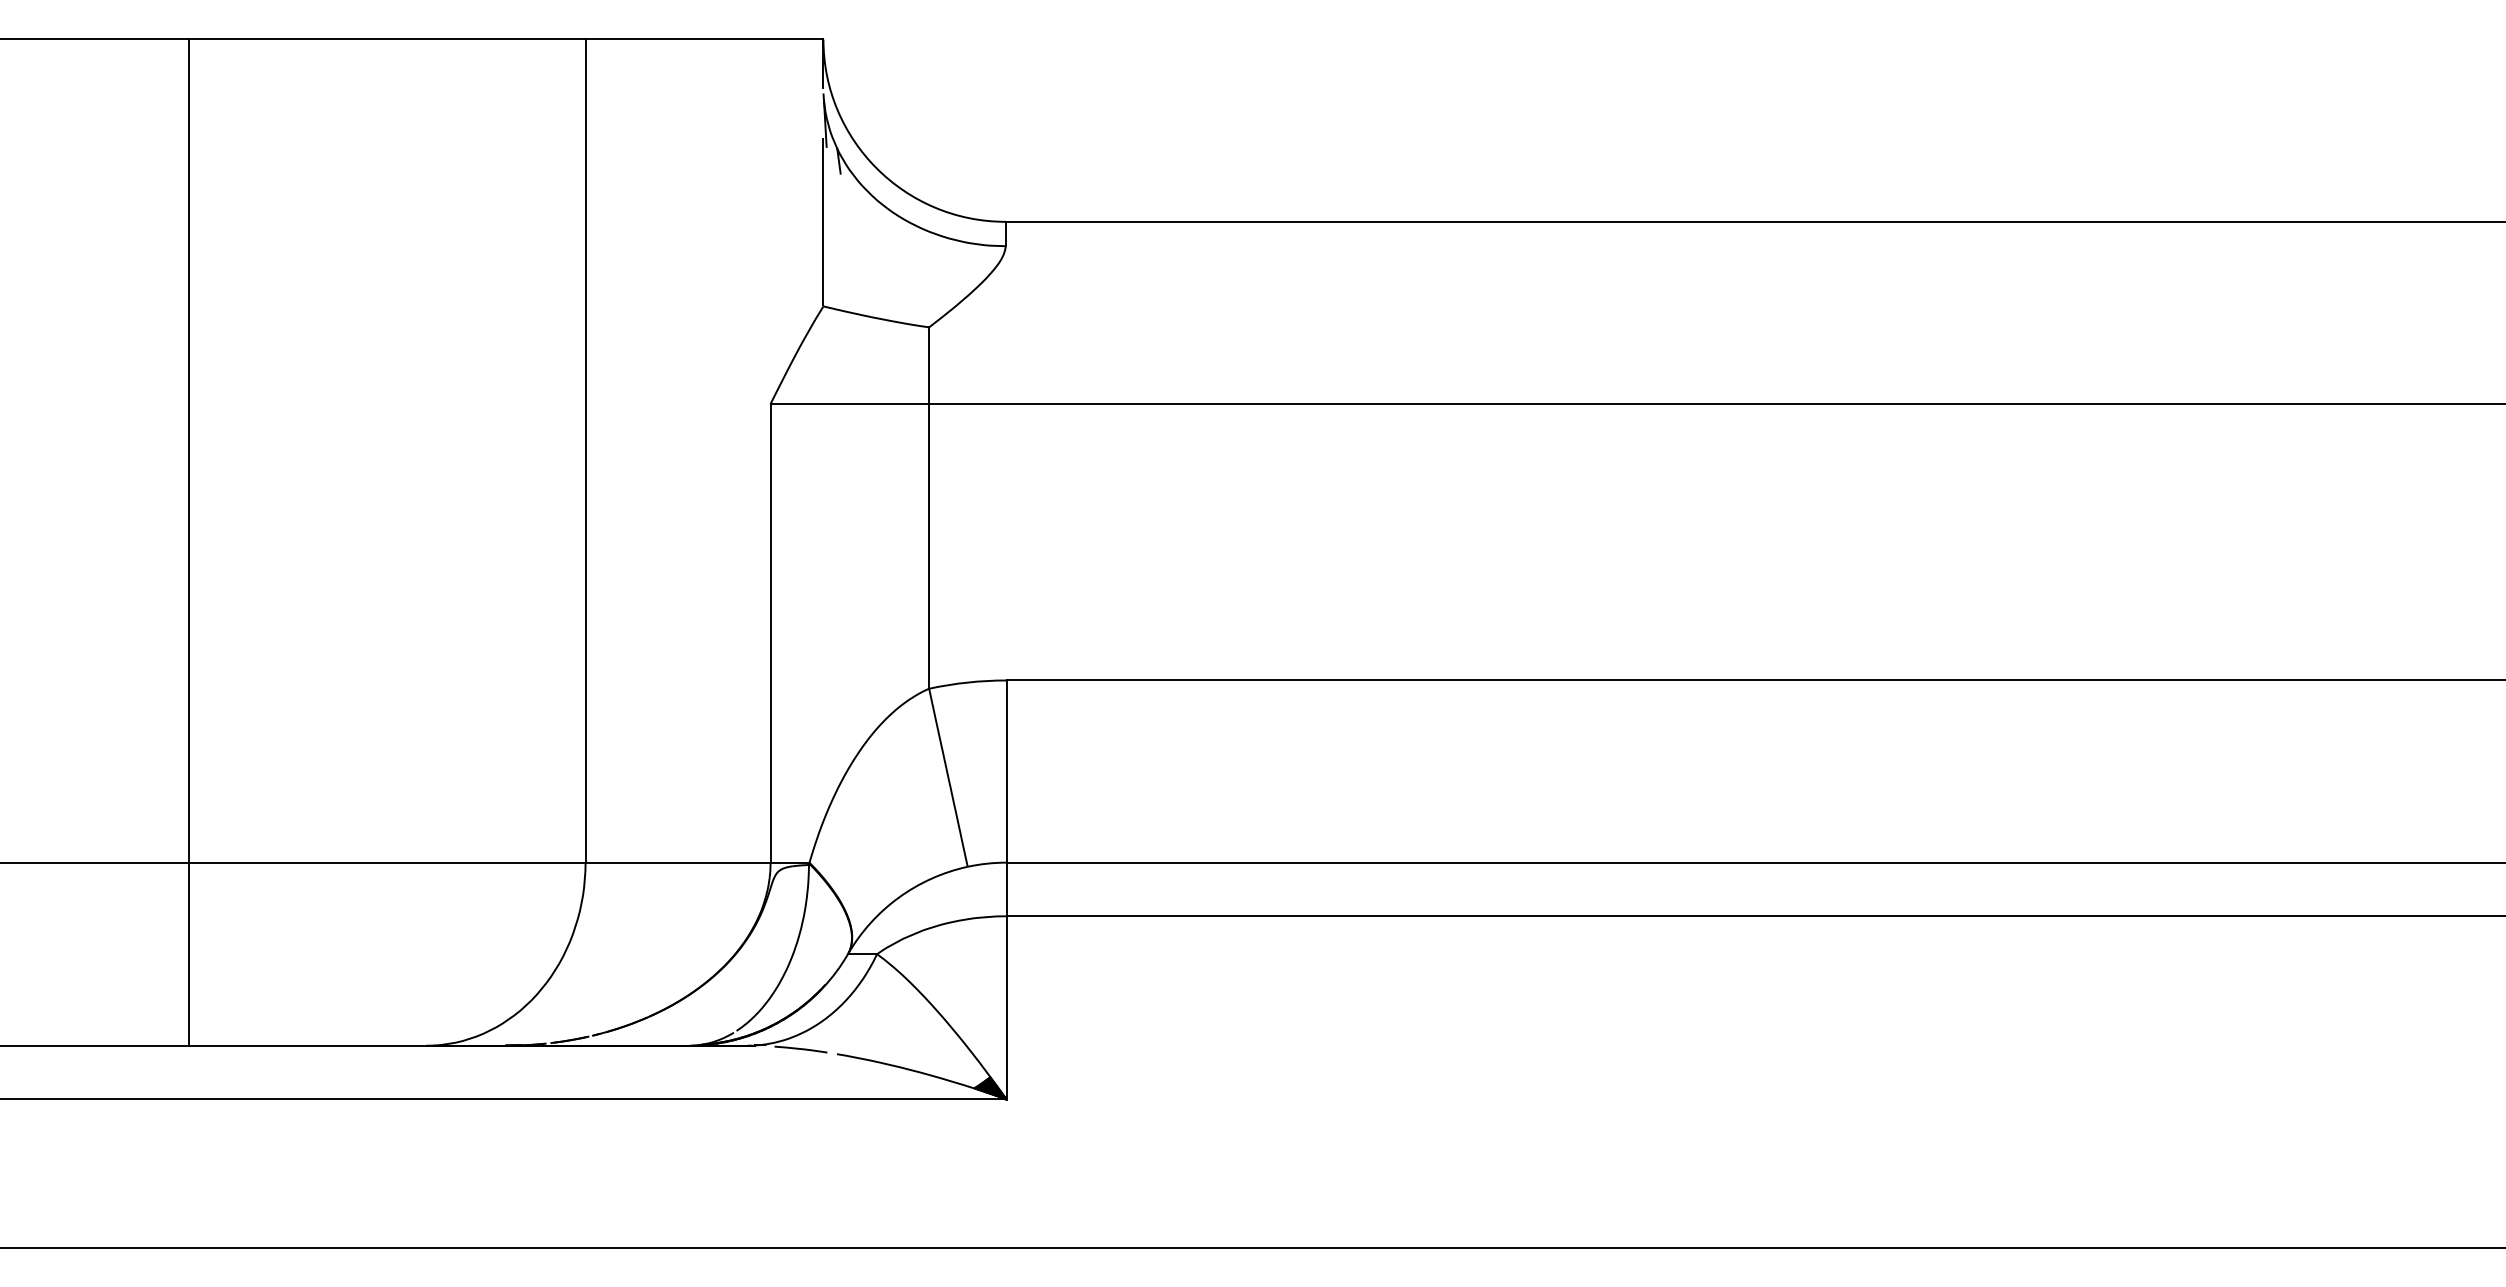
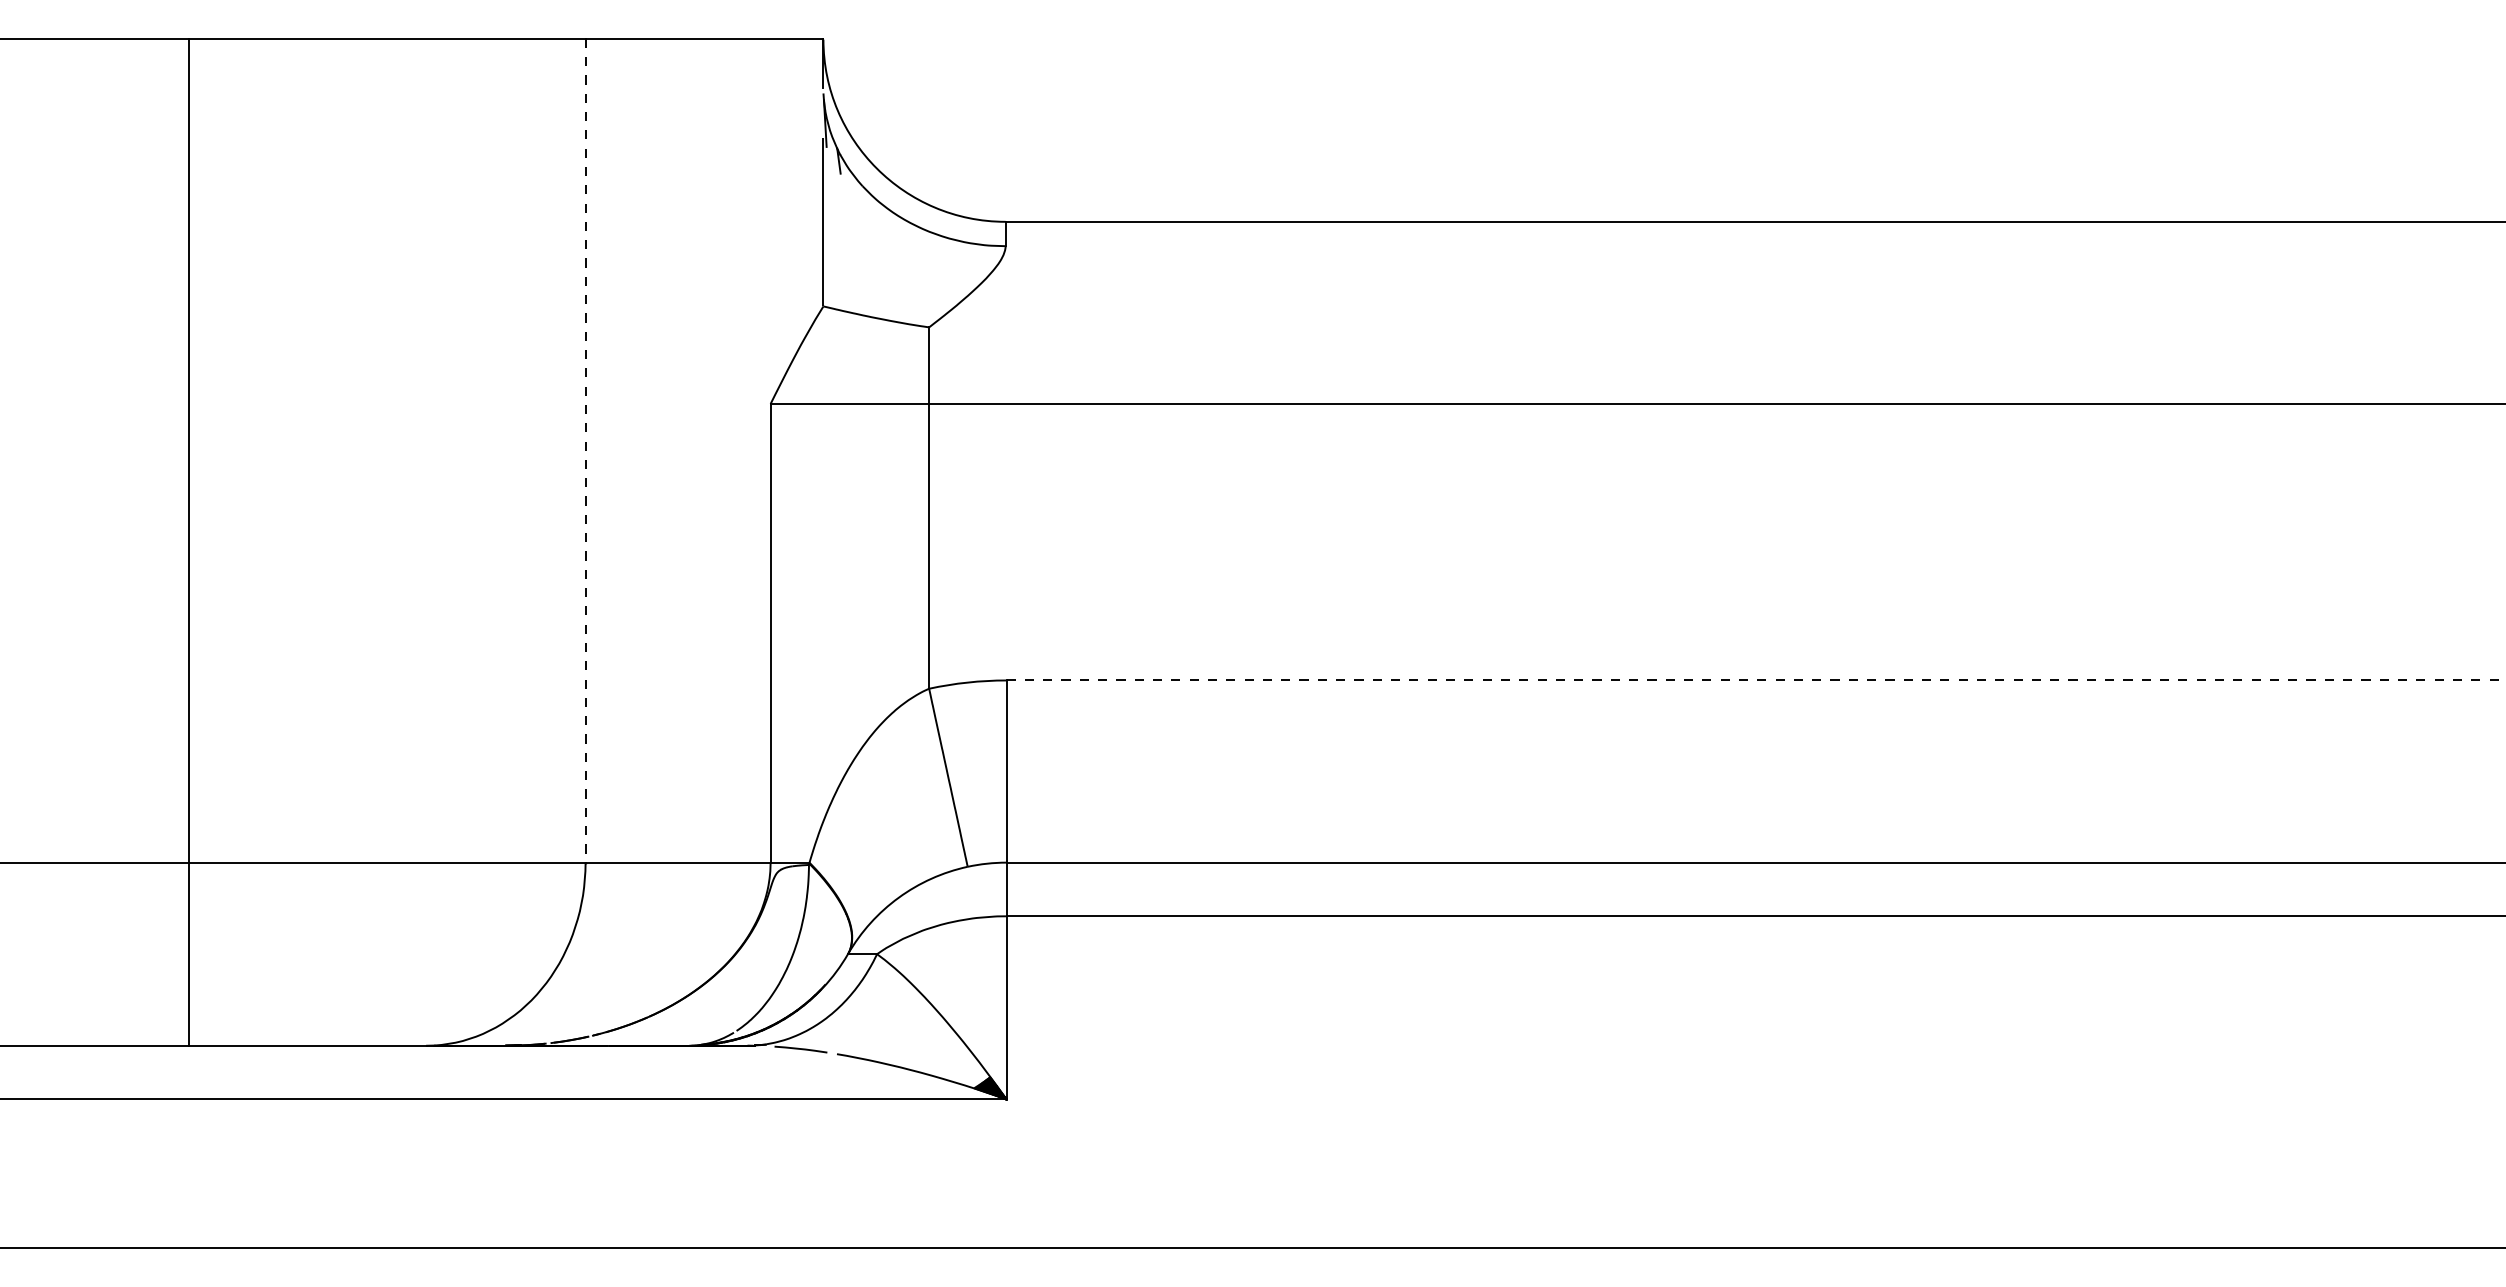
line at (585, 450): solid -> dashed
line at (1756, 680): solid -> dashed
